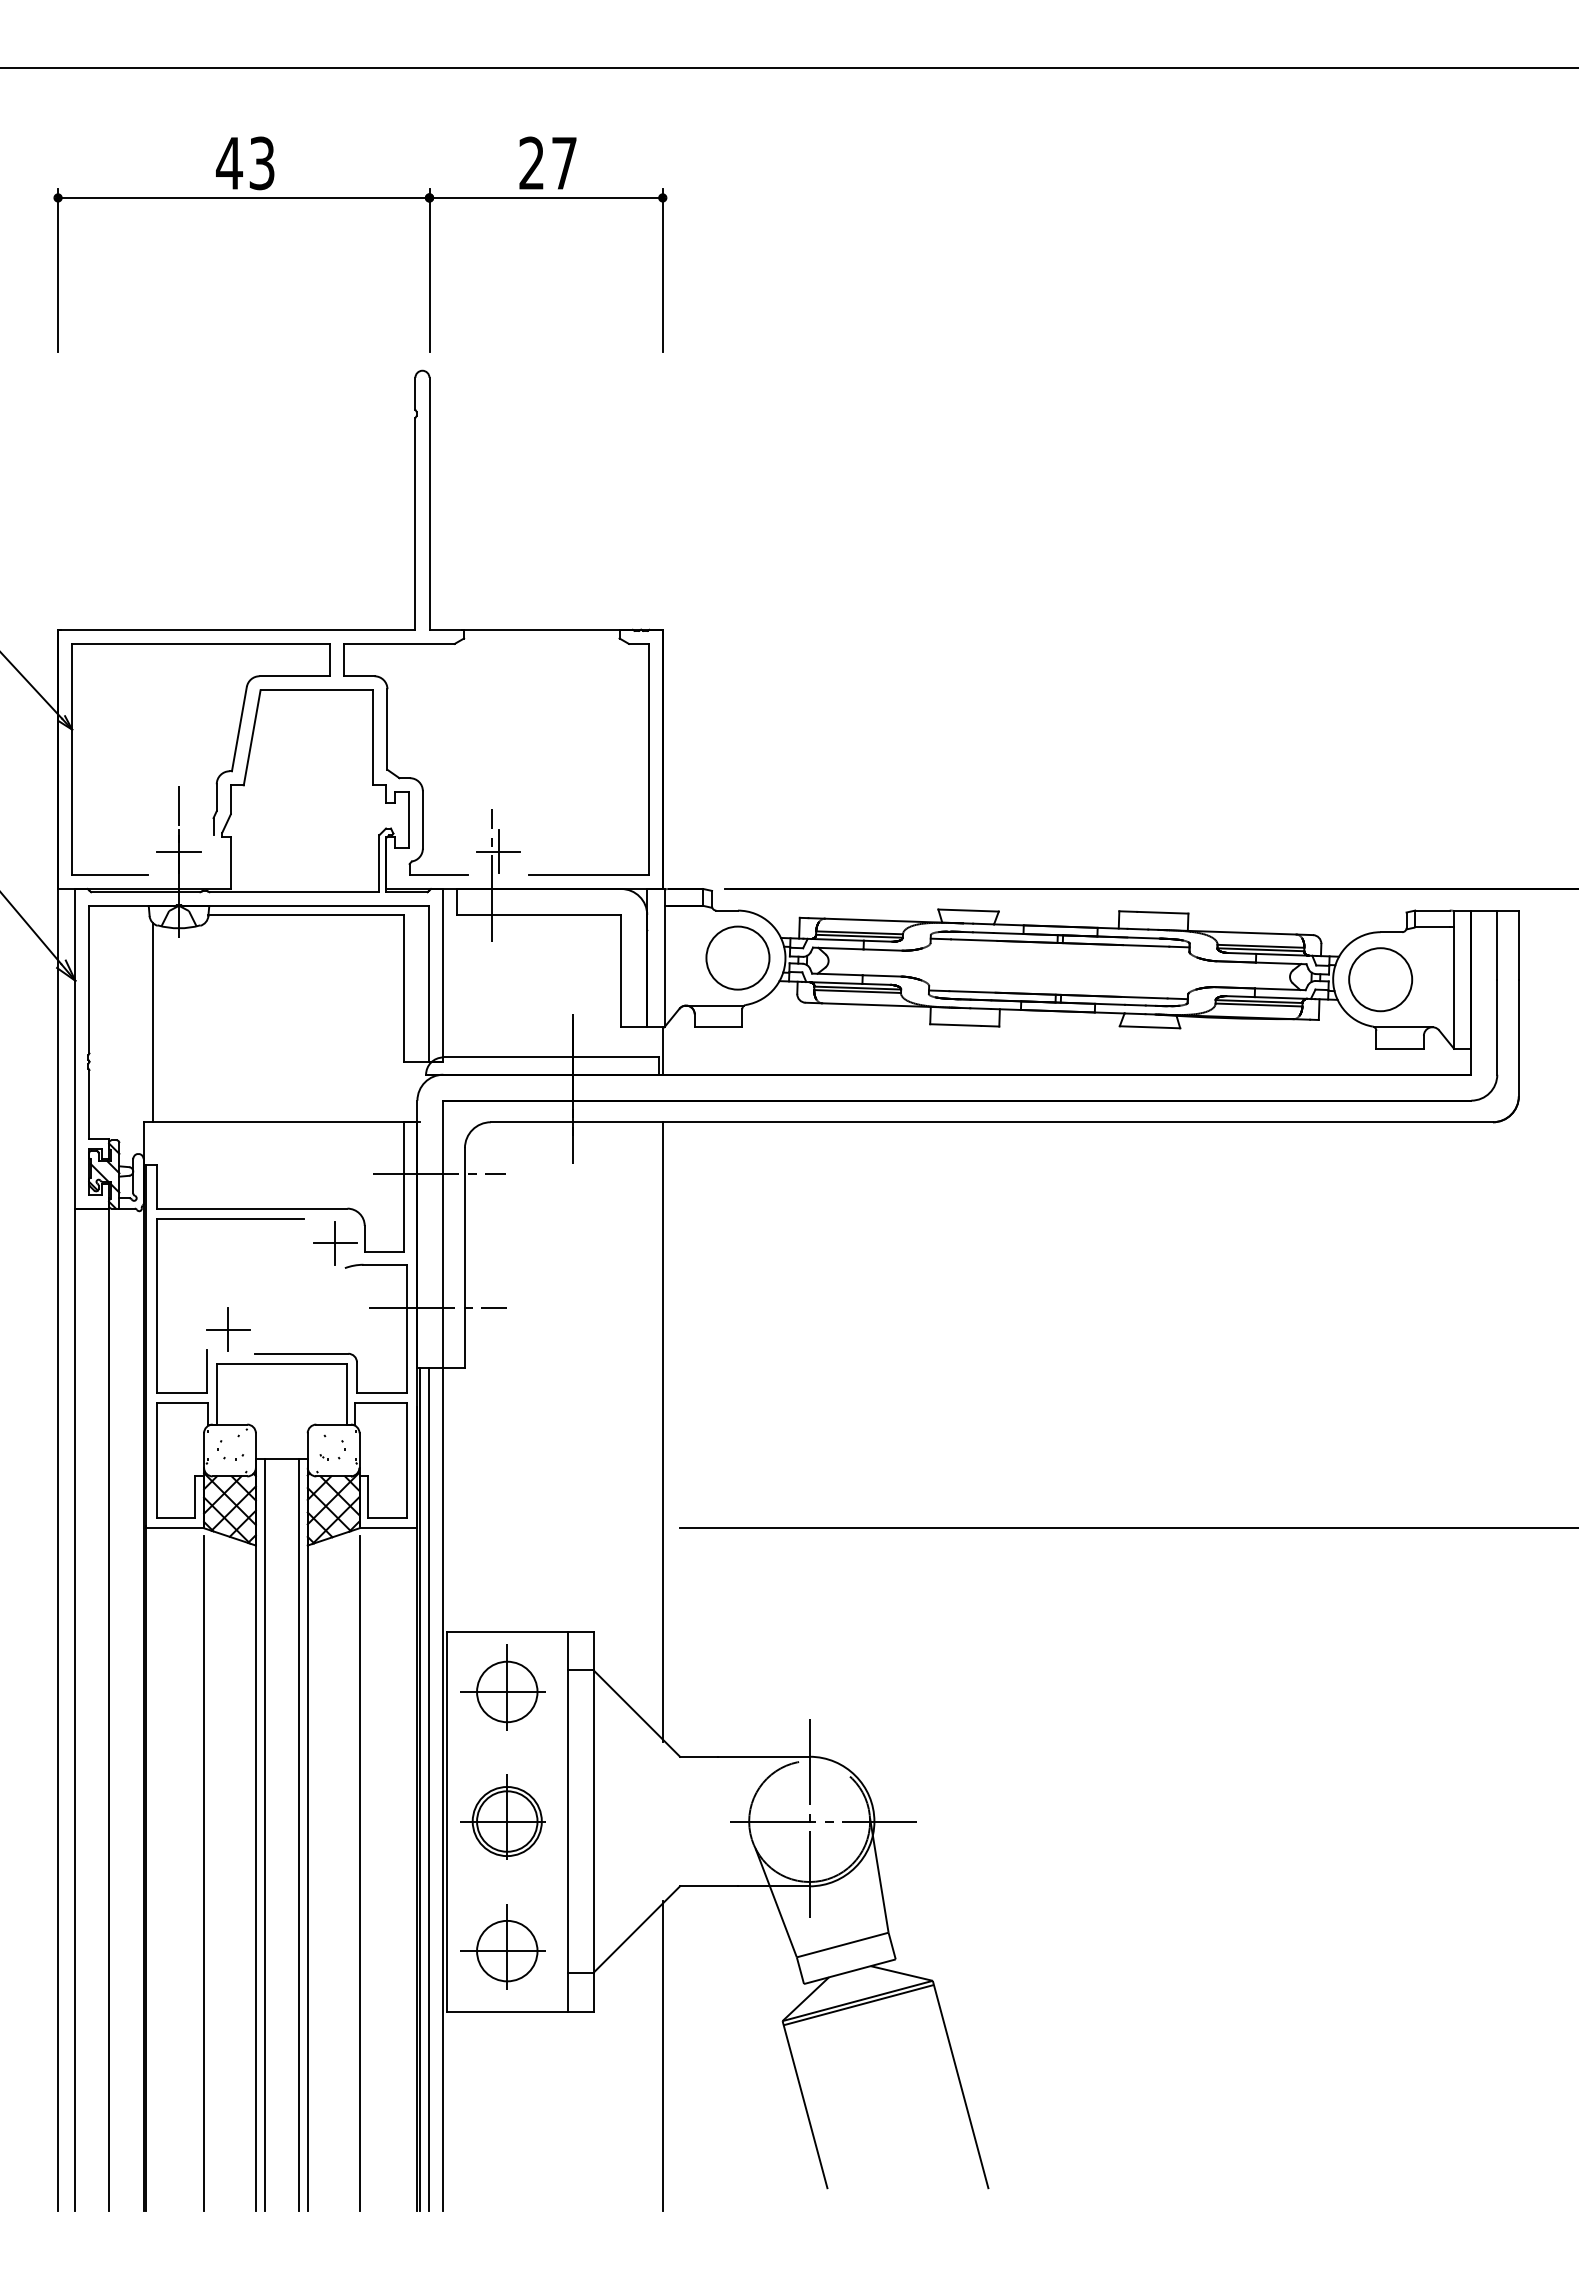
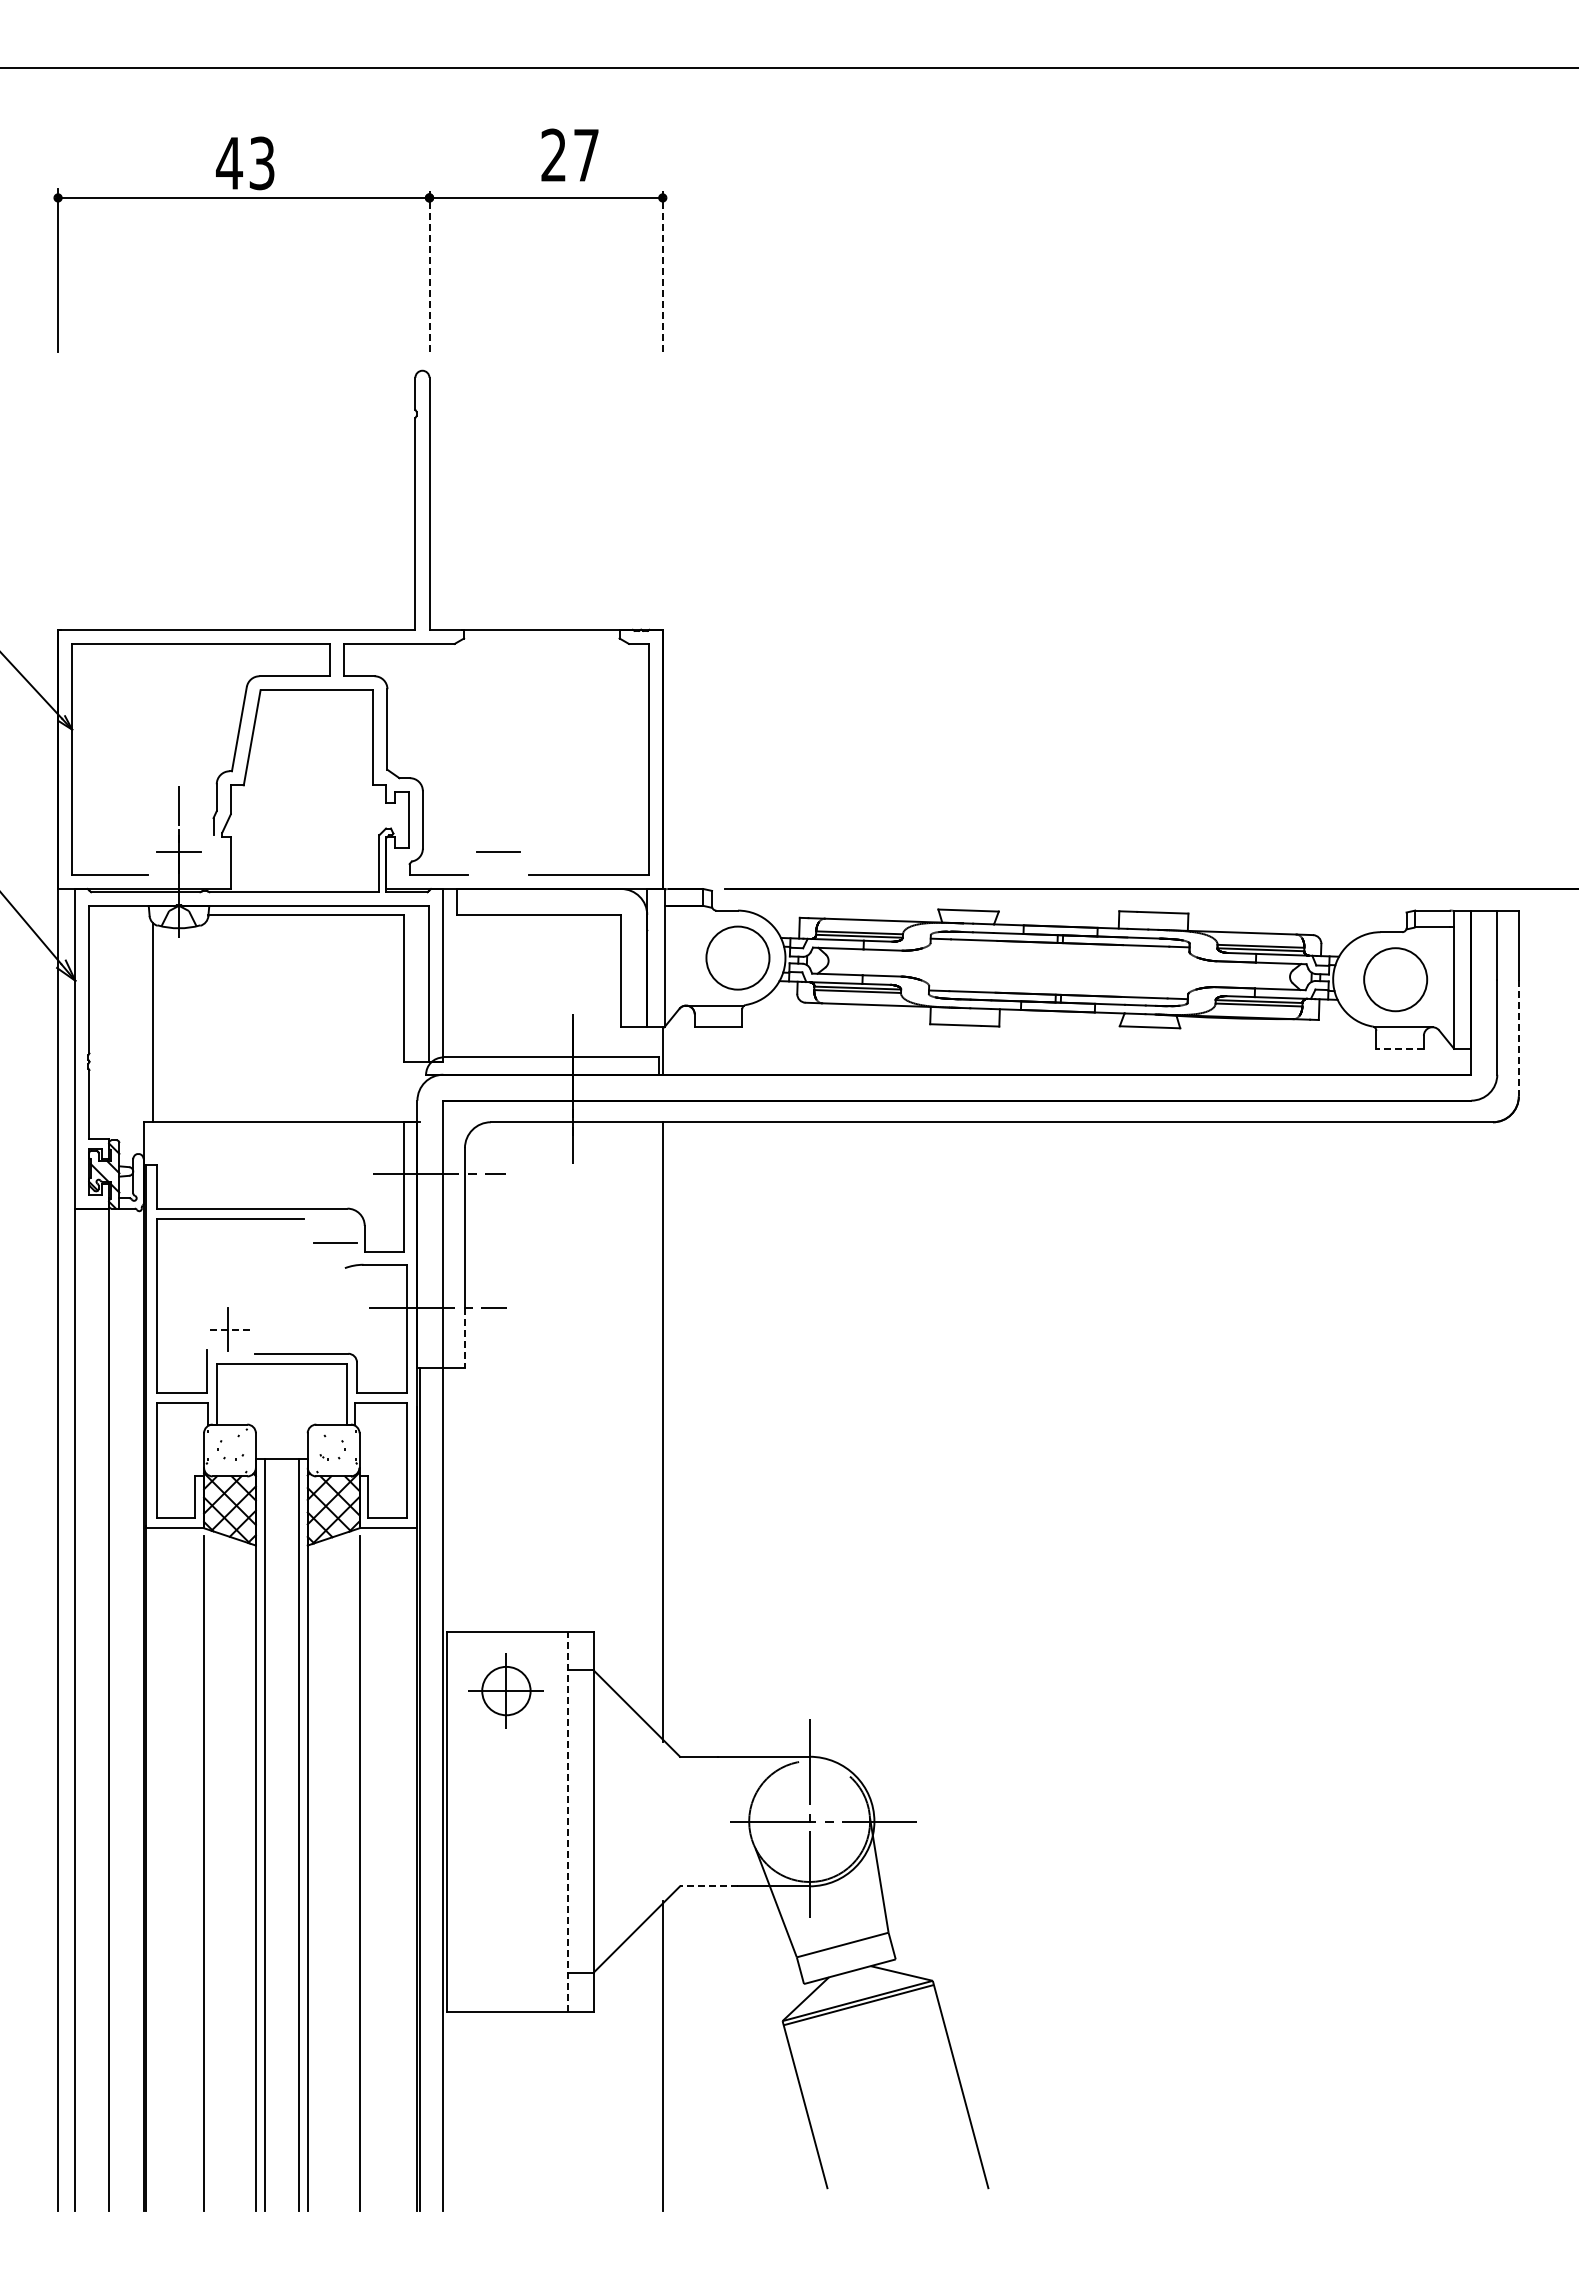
text at (547, 162) position: (547, 162) -> (569, 154)
line at (429, 270): solid -> dashed
line at (662, 270): solid -> dashed
line at (498, 851): present -> none
line at (491, 874): present -> none
circle at (1380, 979) position: (1380, 979) -> (1395, 979)
line at (1518, 1038): solid -> dashed
line at (1400, 1048): solid -> dashed
line at (335, 1242): present -> none
line at (228, 1329): solid -> dashed
line at (464, 1338): solid -> dashed
line at (1127, 1528): present -> none
part at (502, 1687) size: 86x87 px -> 76x76 px
line at (429, 1789): present -> none
part at (502, 1816): present -> none
line at (567, 1821): solid -> dashed
line at (708, 1886): solid -> dashed
part at (502, 1946): present -> none
